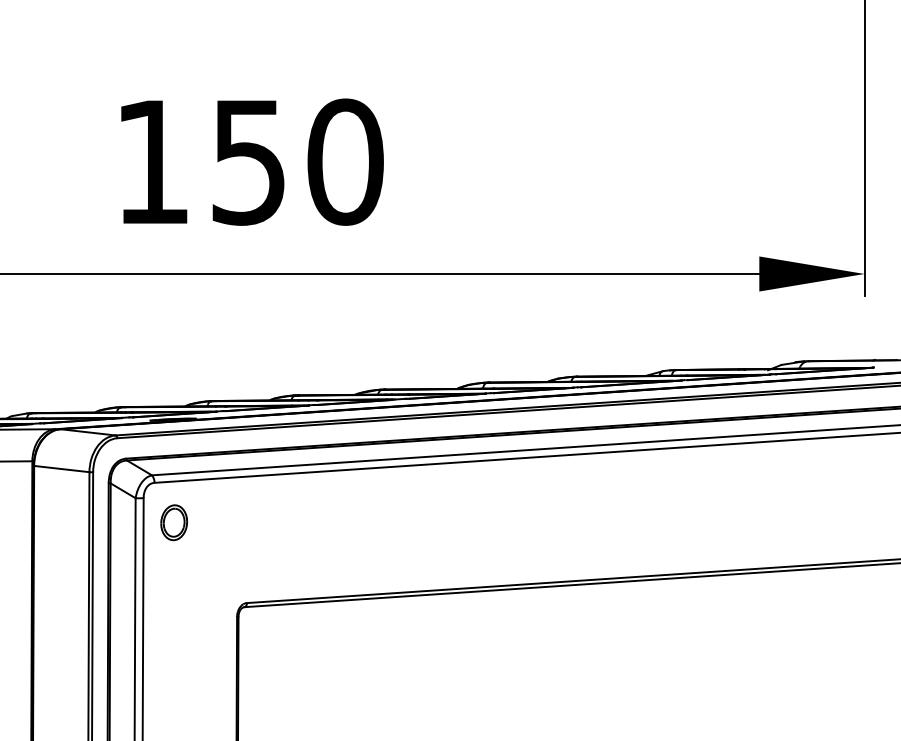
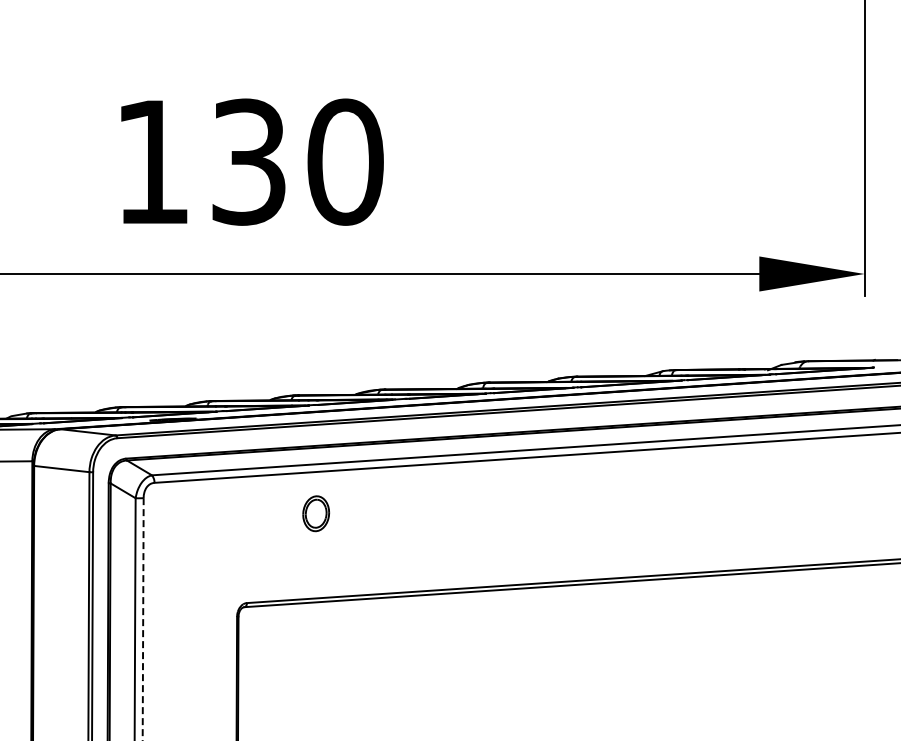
text at (248, 161): 150 -> 130
part at (174, 522) position: (174, 522) -> (316, 513)
line at (143, 620): solid -> dashed
